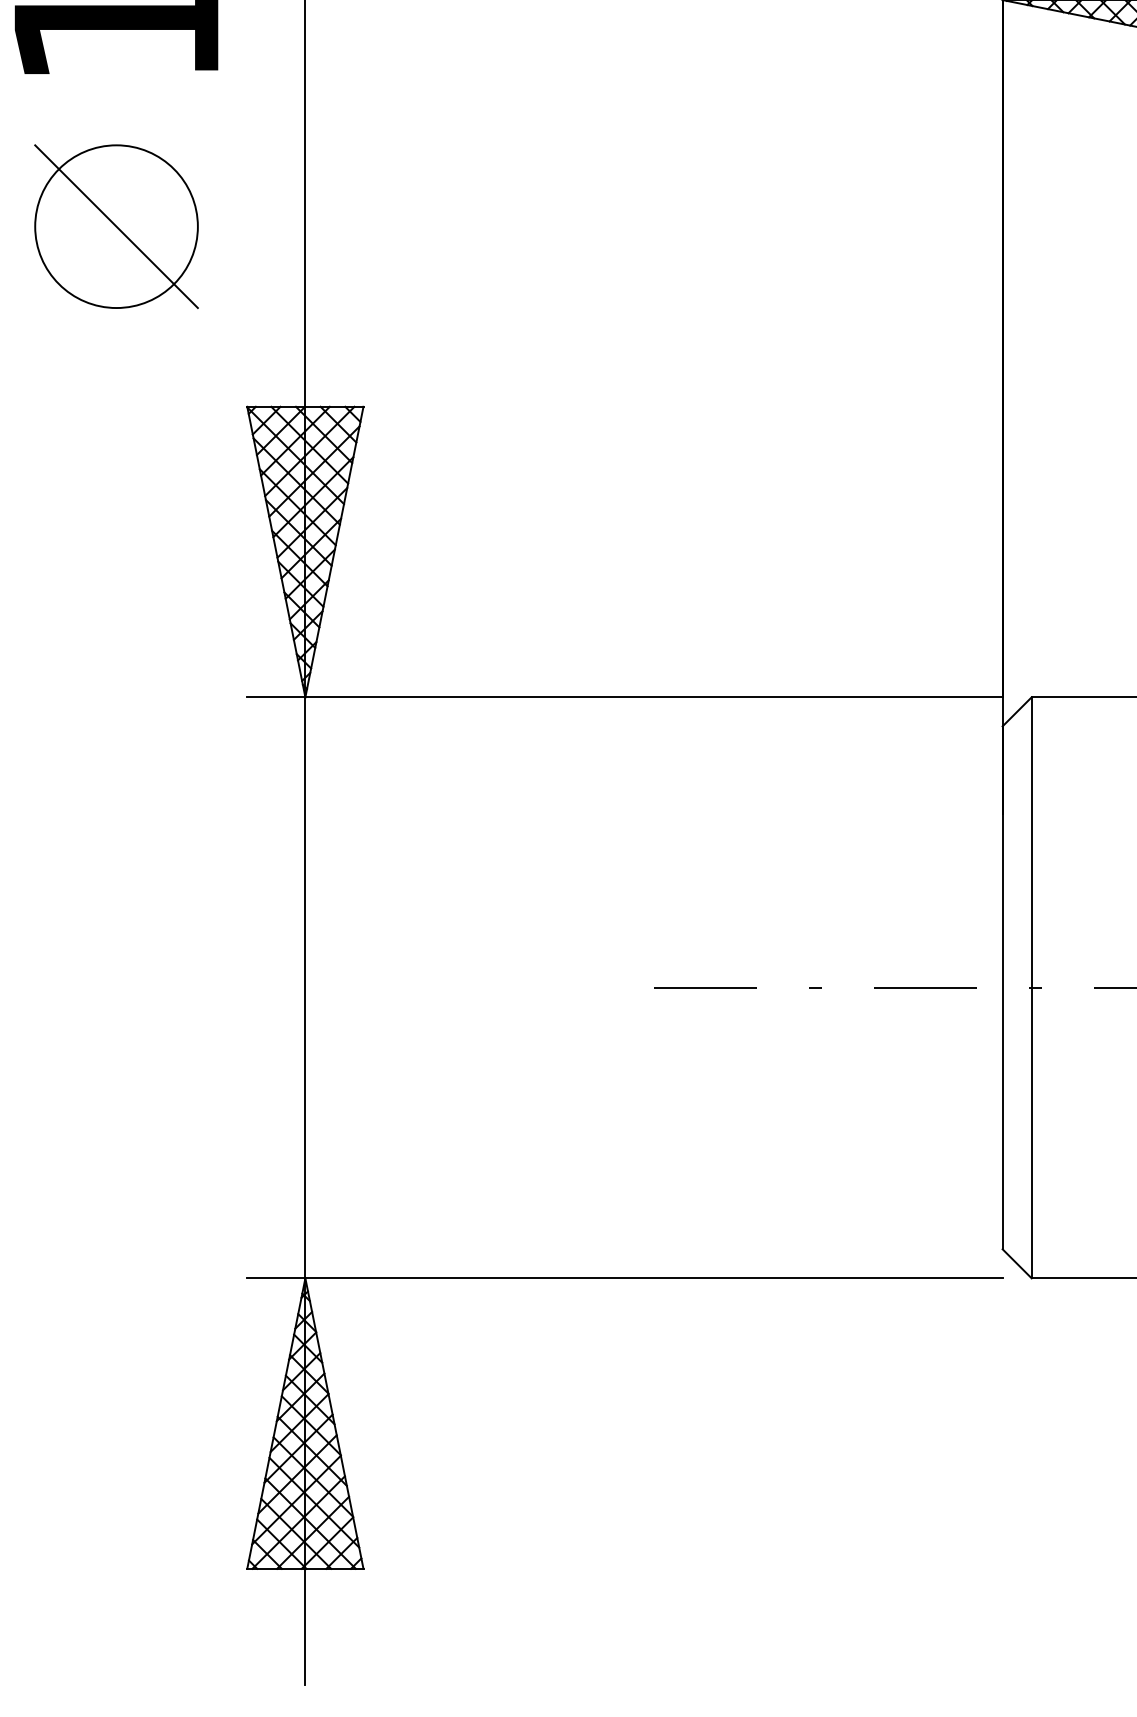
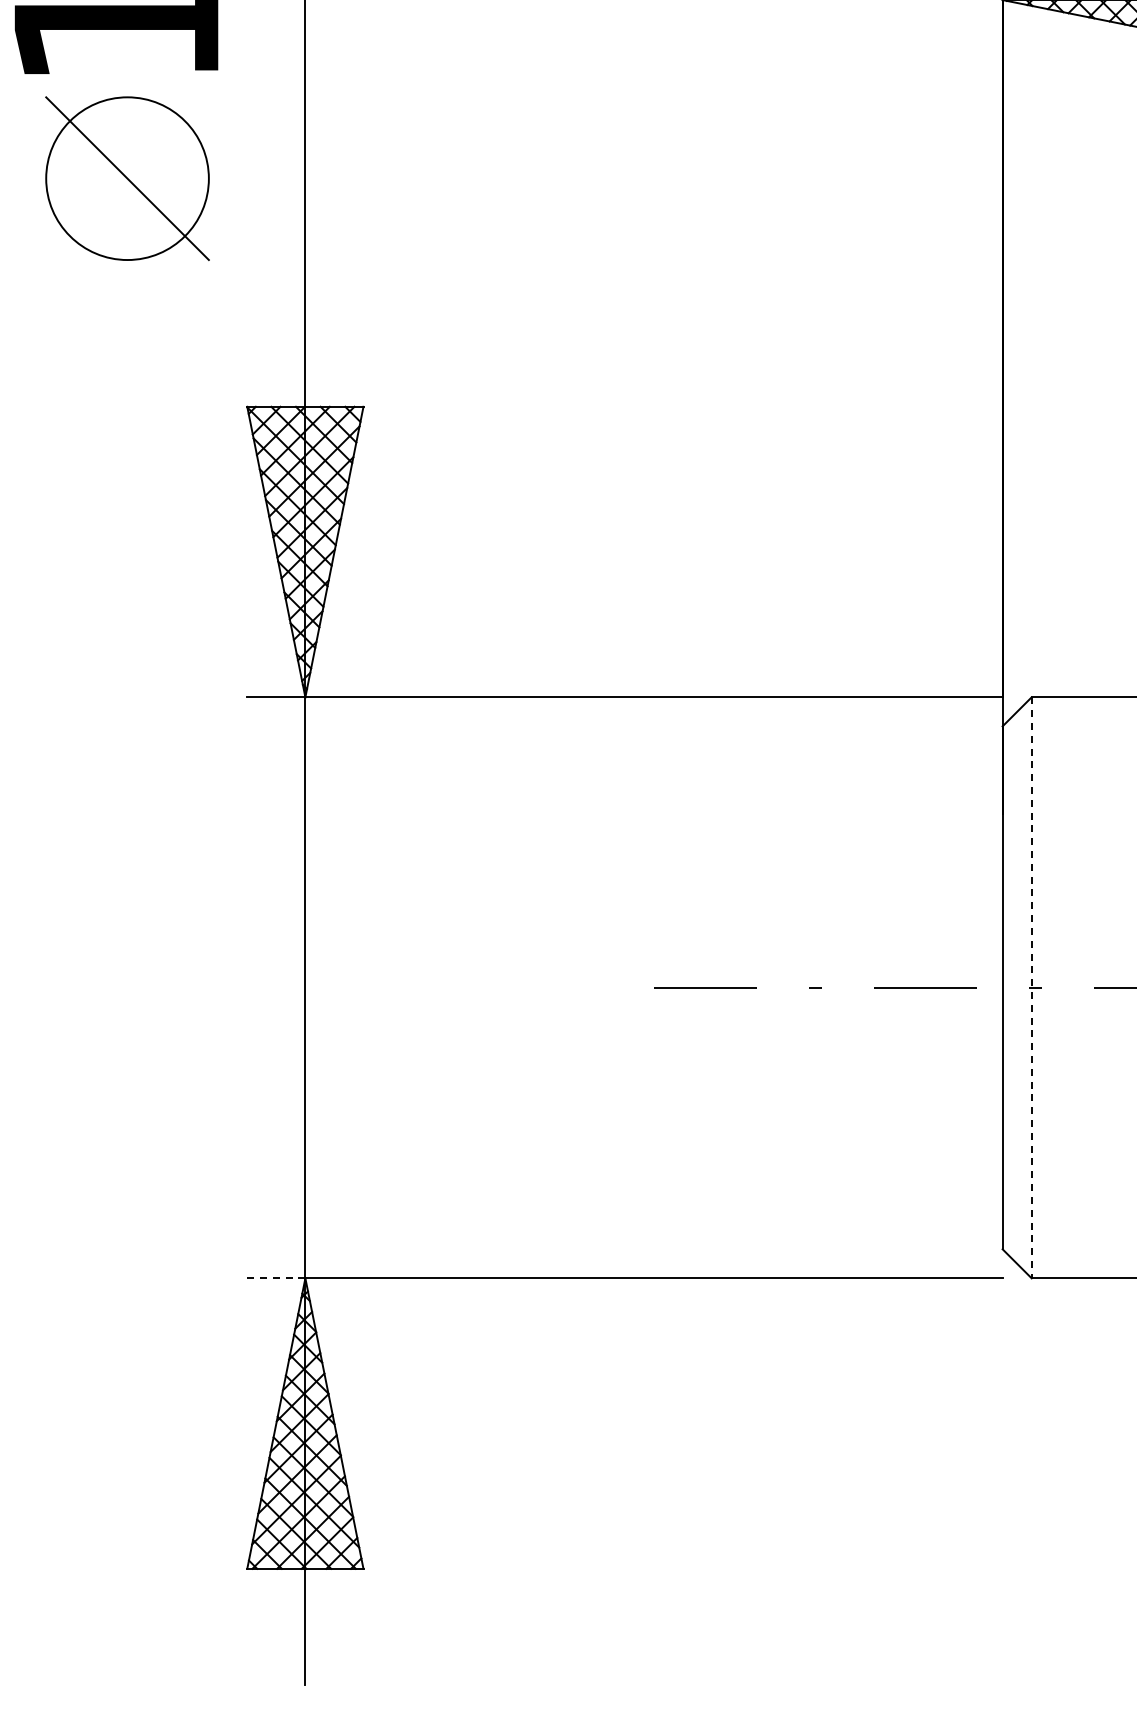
part at (116, 226) position: (116, 226) -> (127, 178)
line at (1031, 987): solid -> dashed
line at (275, 1278): solid -> dashed
